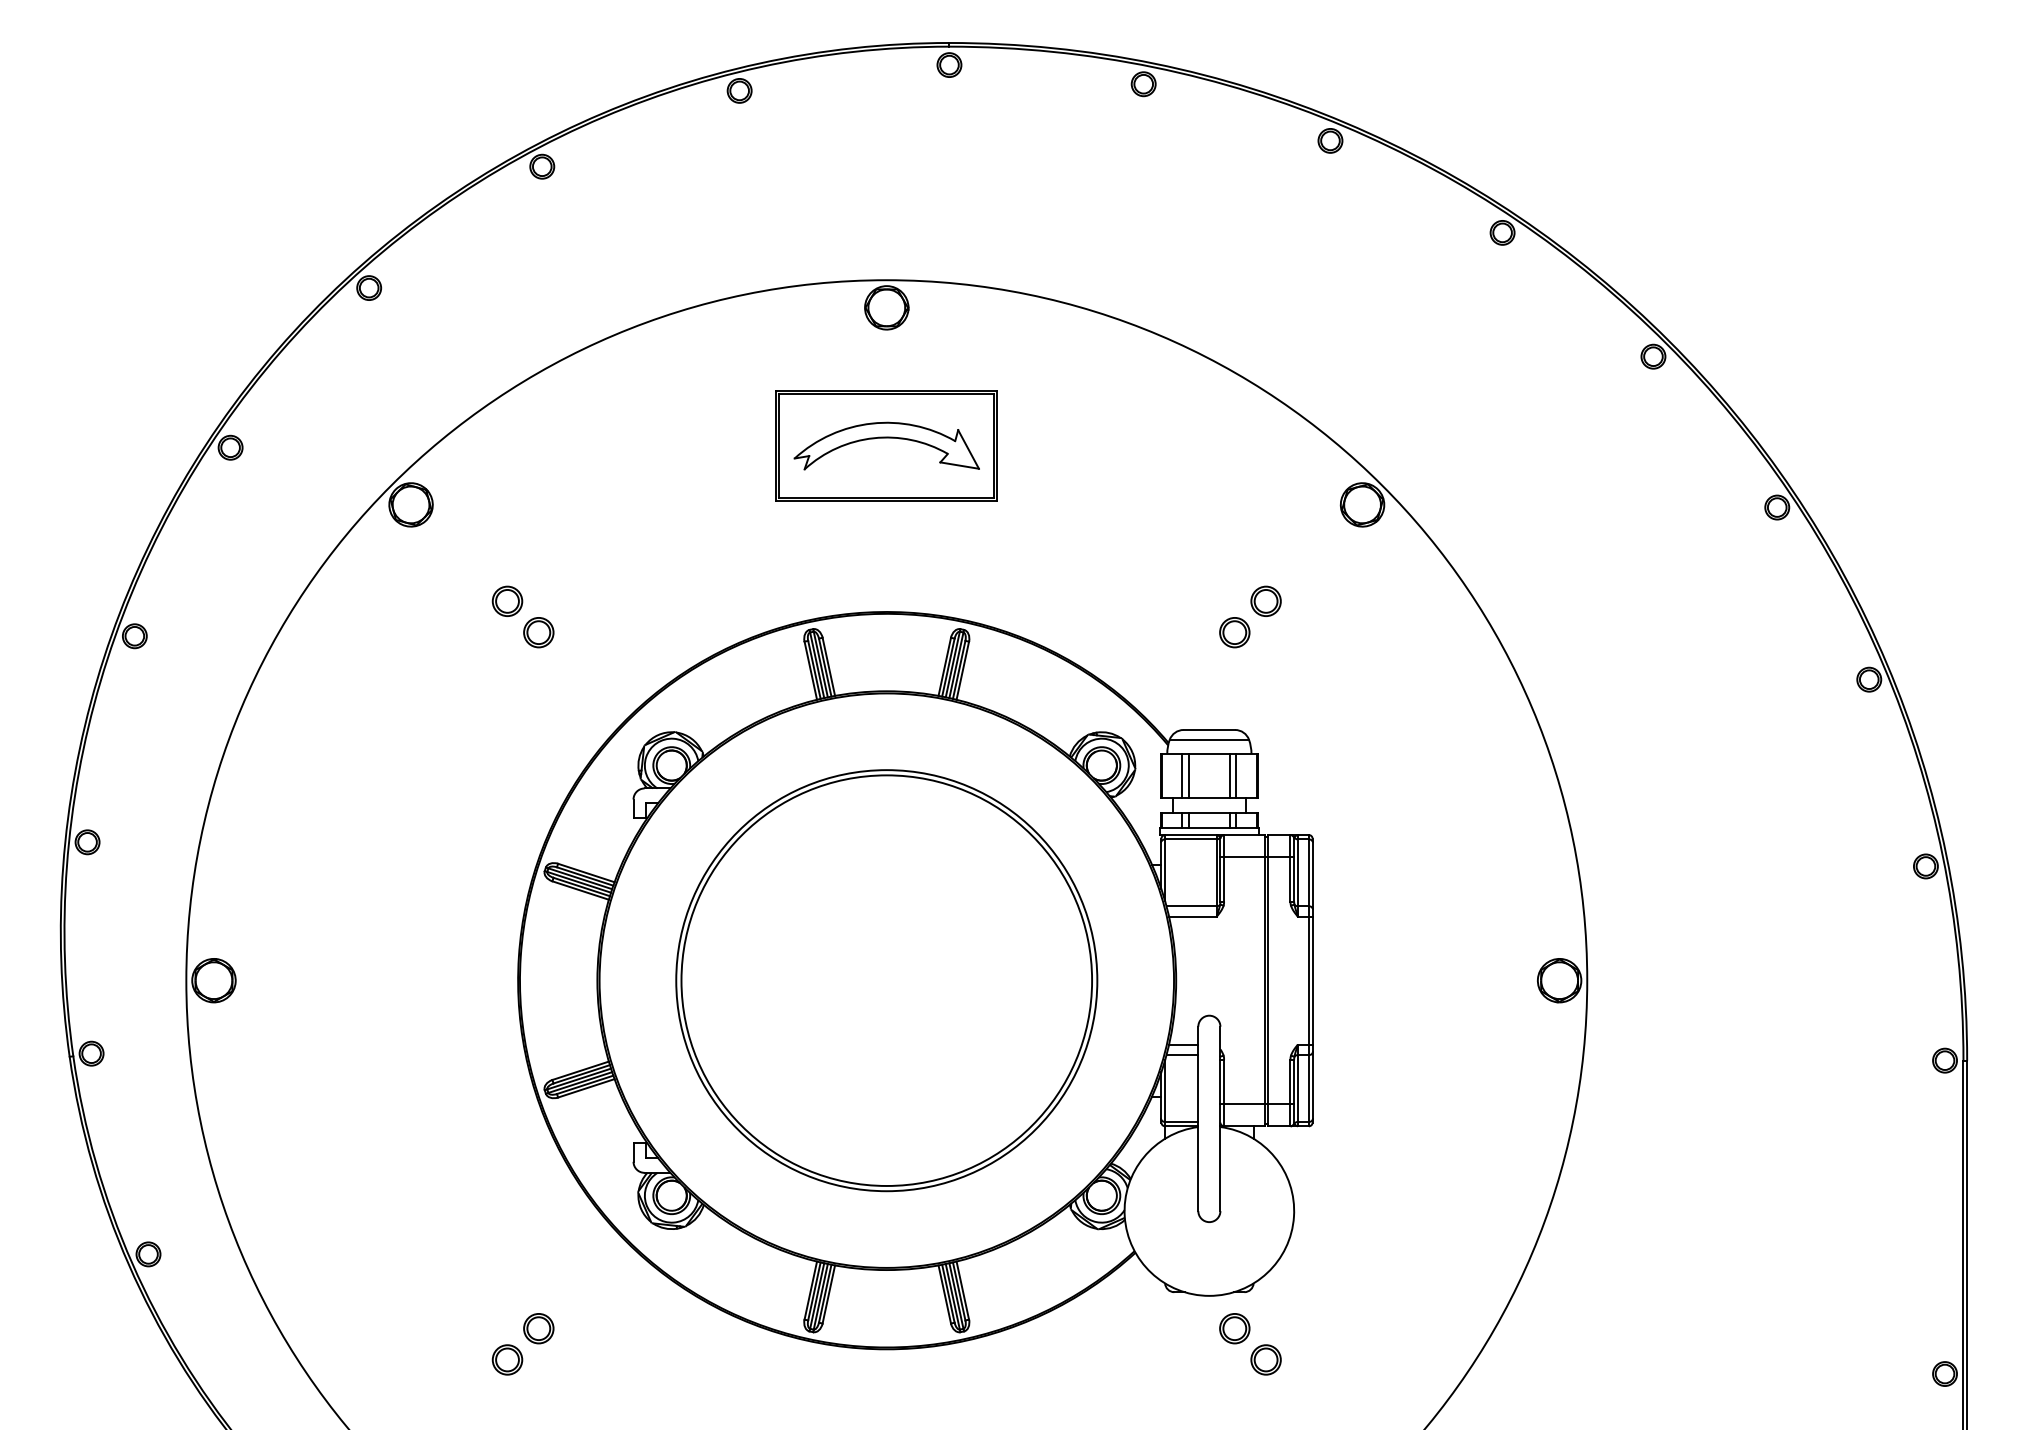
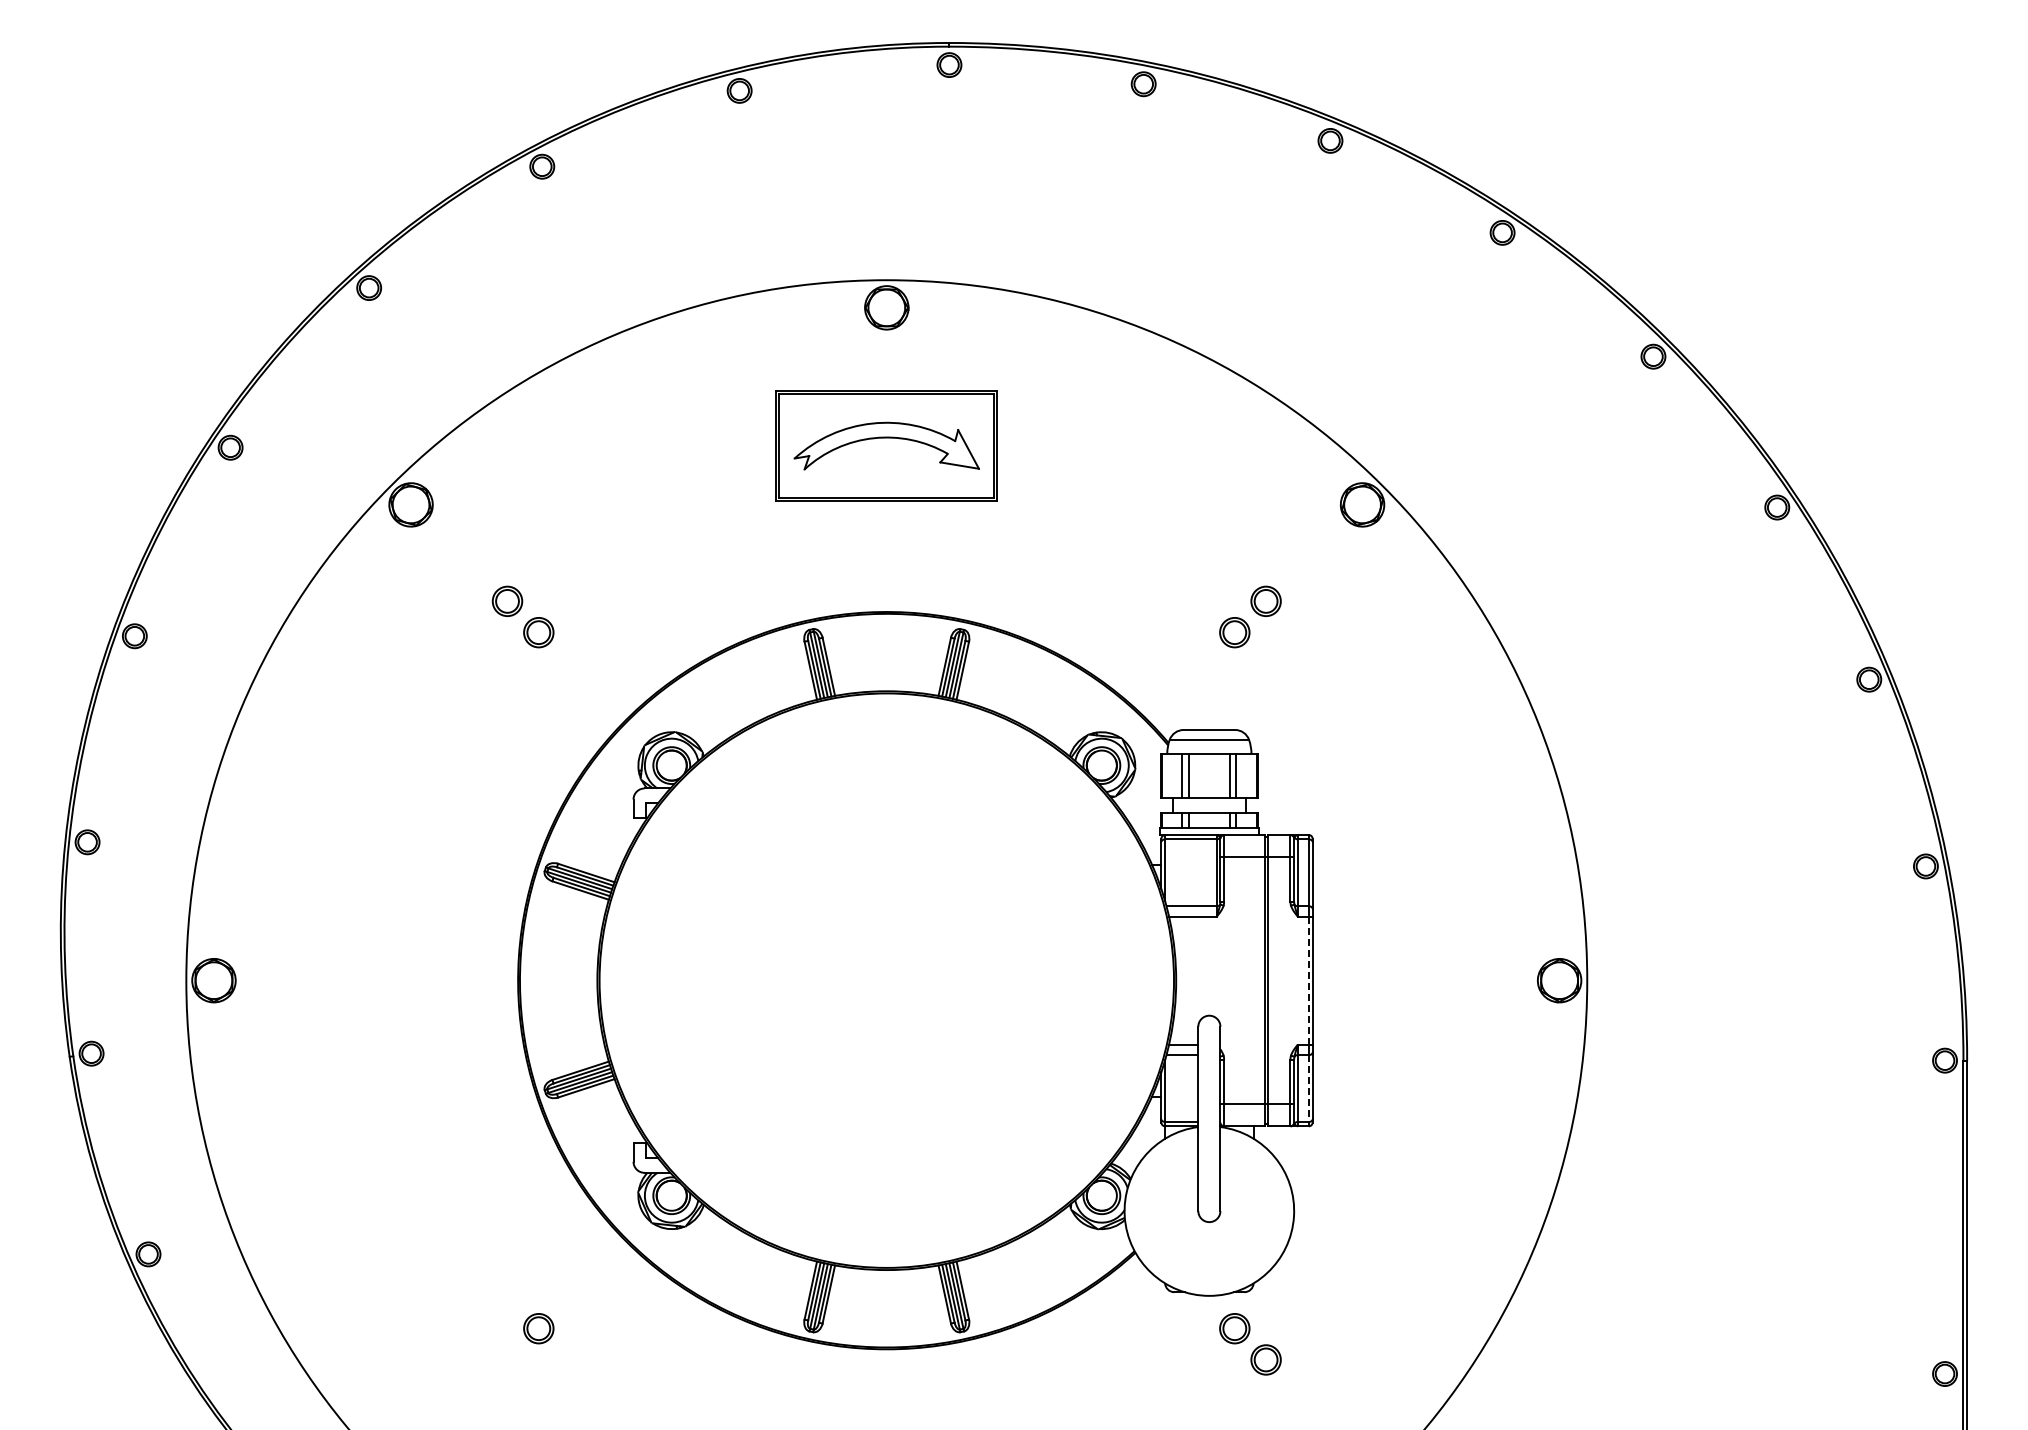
part at (886, 980): present -> none
line at (1308, 980): solid -> dashed
line at (1308, 1089): solid -> dashed
part at (507, 1359): present -> none
